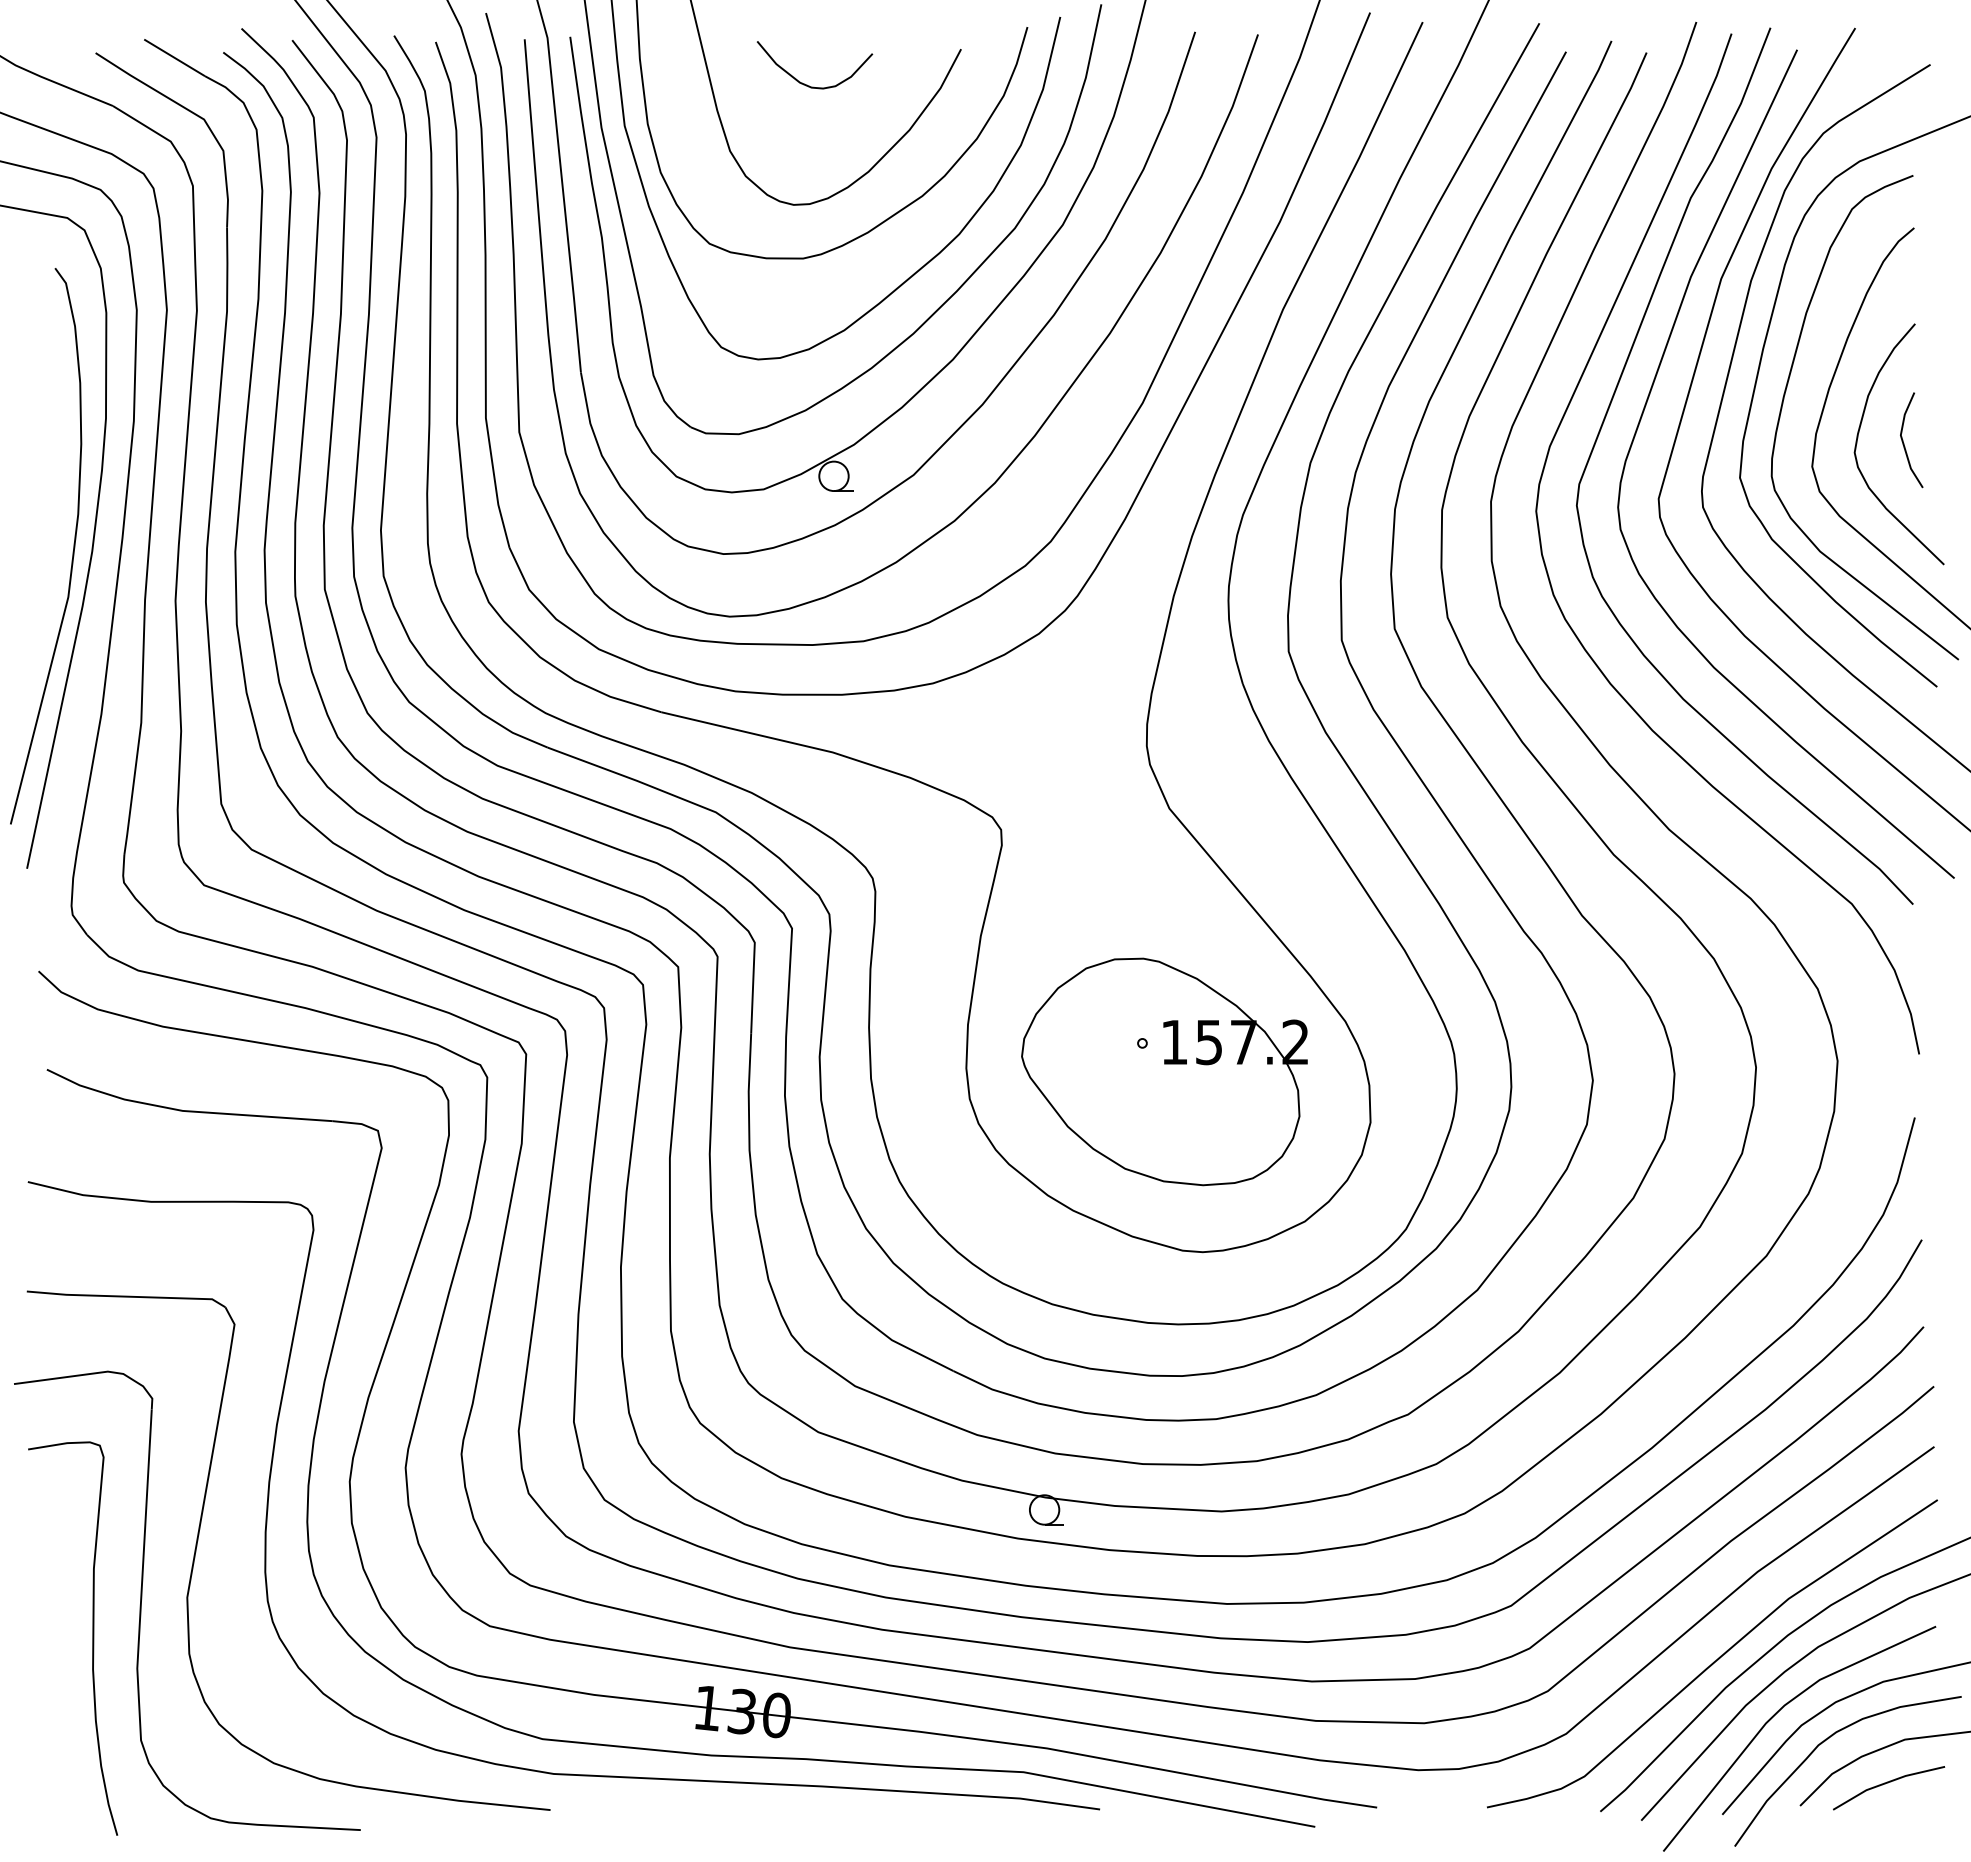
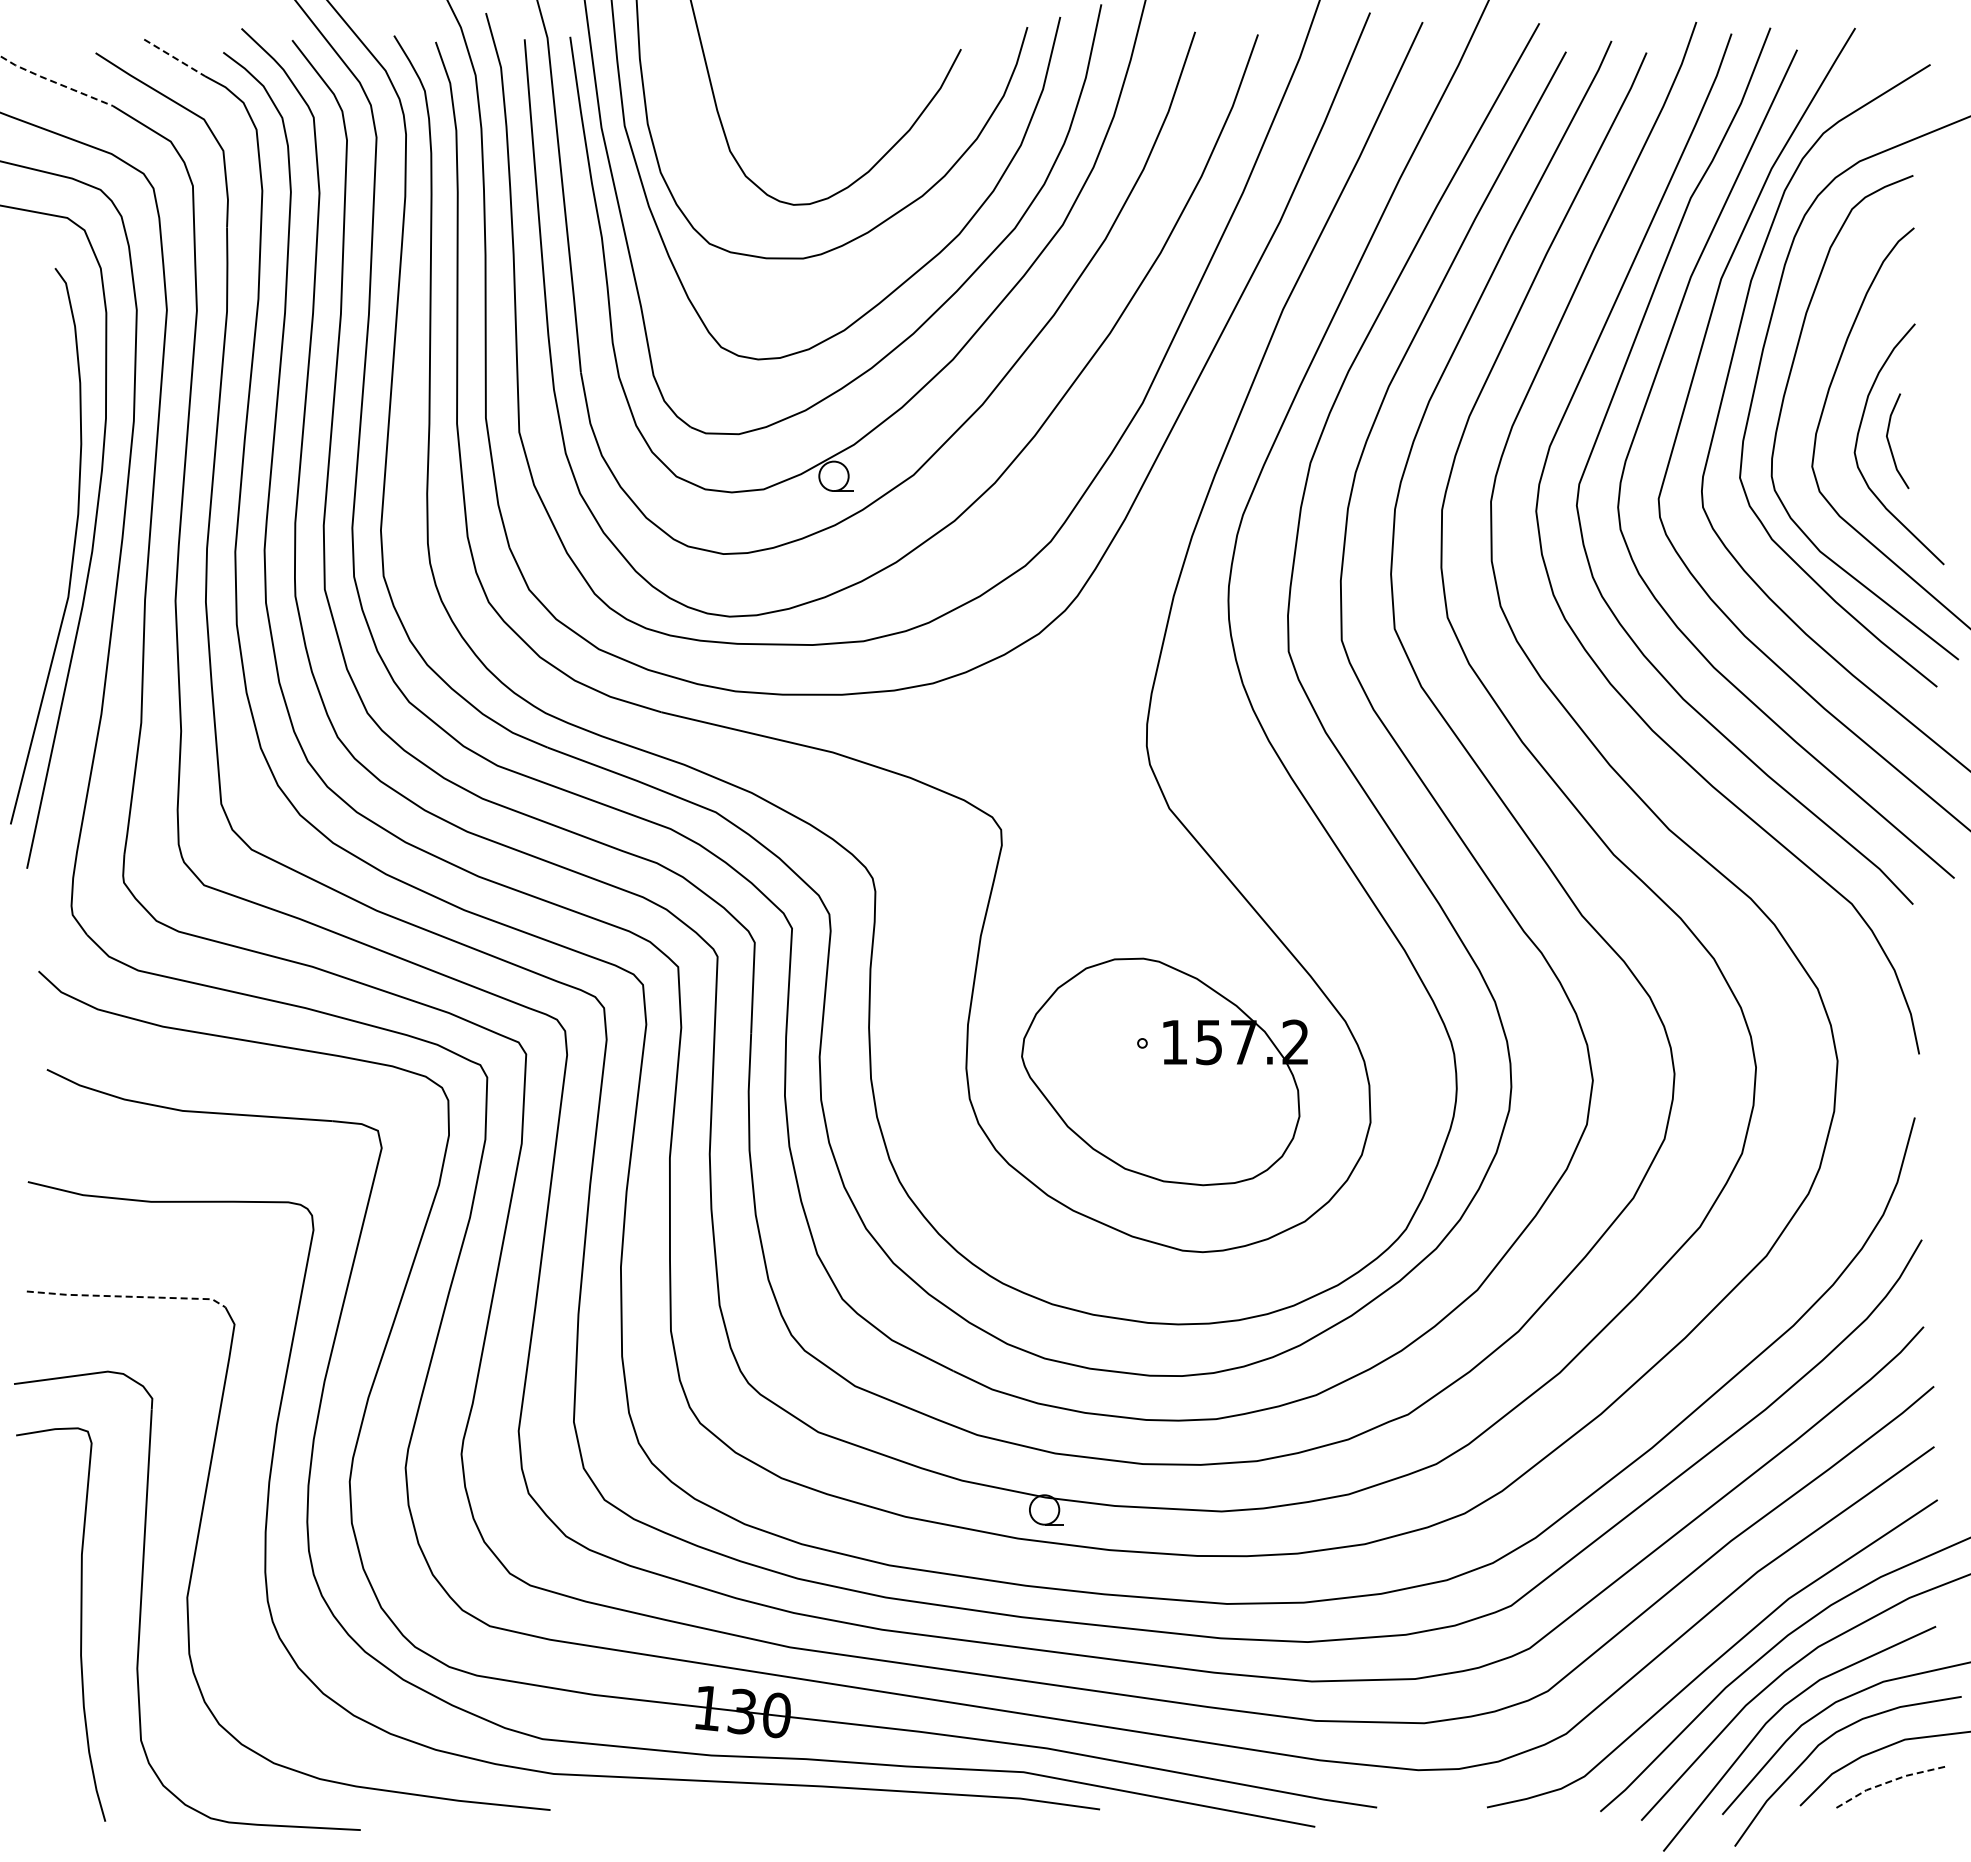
line at (174, 57): solid -> dashed
line at (54, 82): solid -> dashed
curve at (807, 84): present -> none
line at (1904, 443) position: (1904, 443) -> (1890, 444)
line at (127, 1296): solid -> dashed
curve at (92, 1638) position: (92, 1638) -> (80, 1624)
line at (1886, 1782): solid -> dashed
